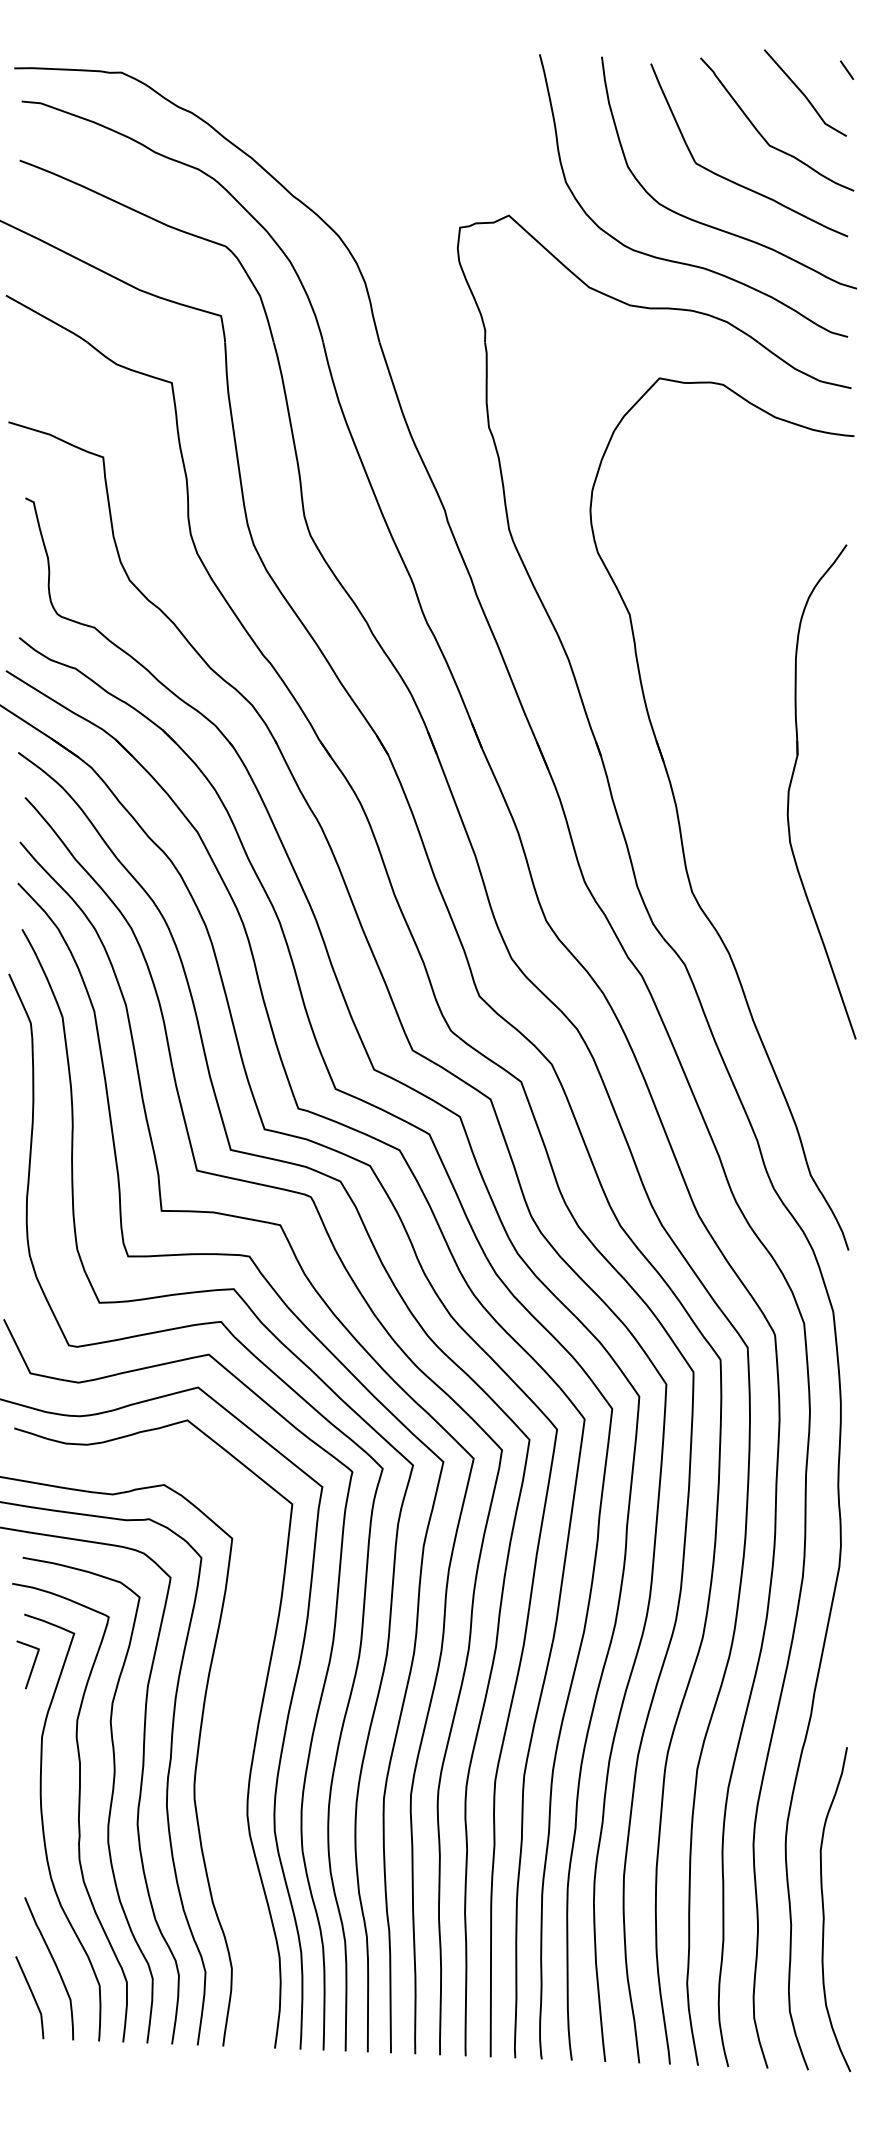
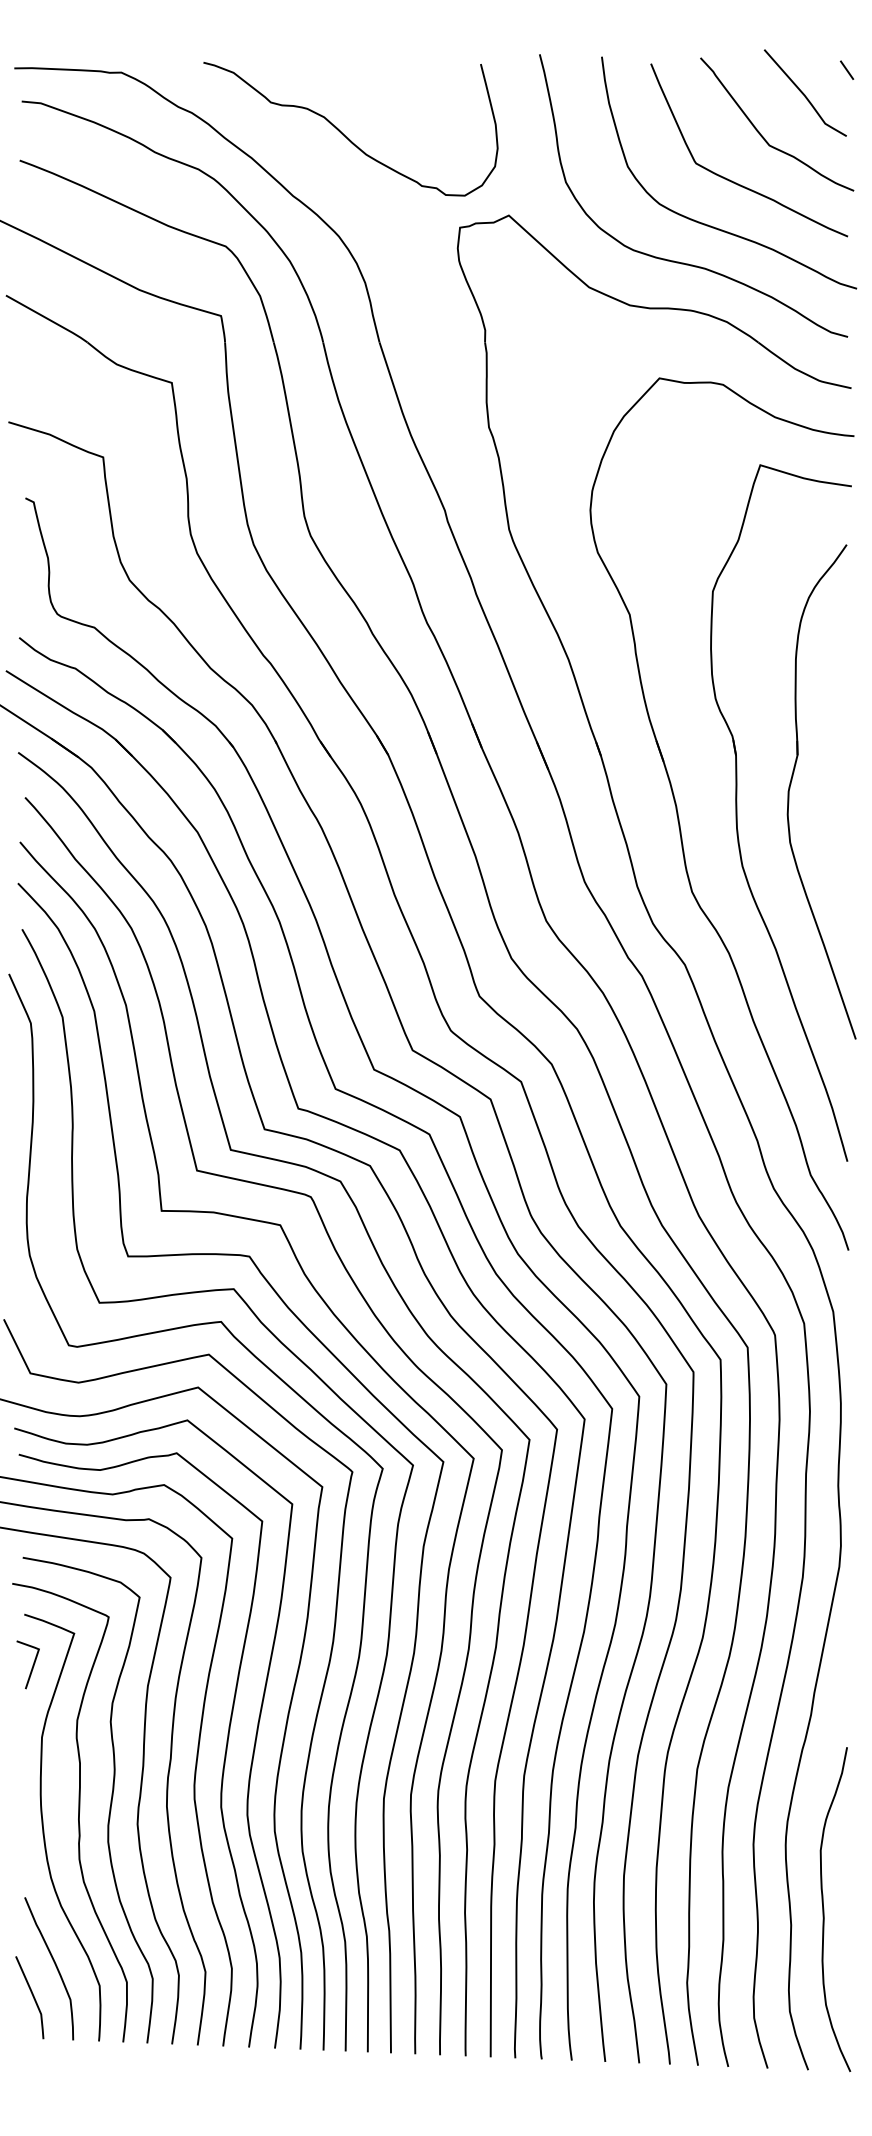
curve at (344, 134): none -> present
part at (737, 812): none -> present
curve at (223, 1761): none -> present
